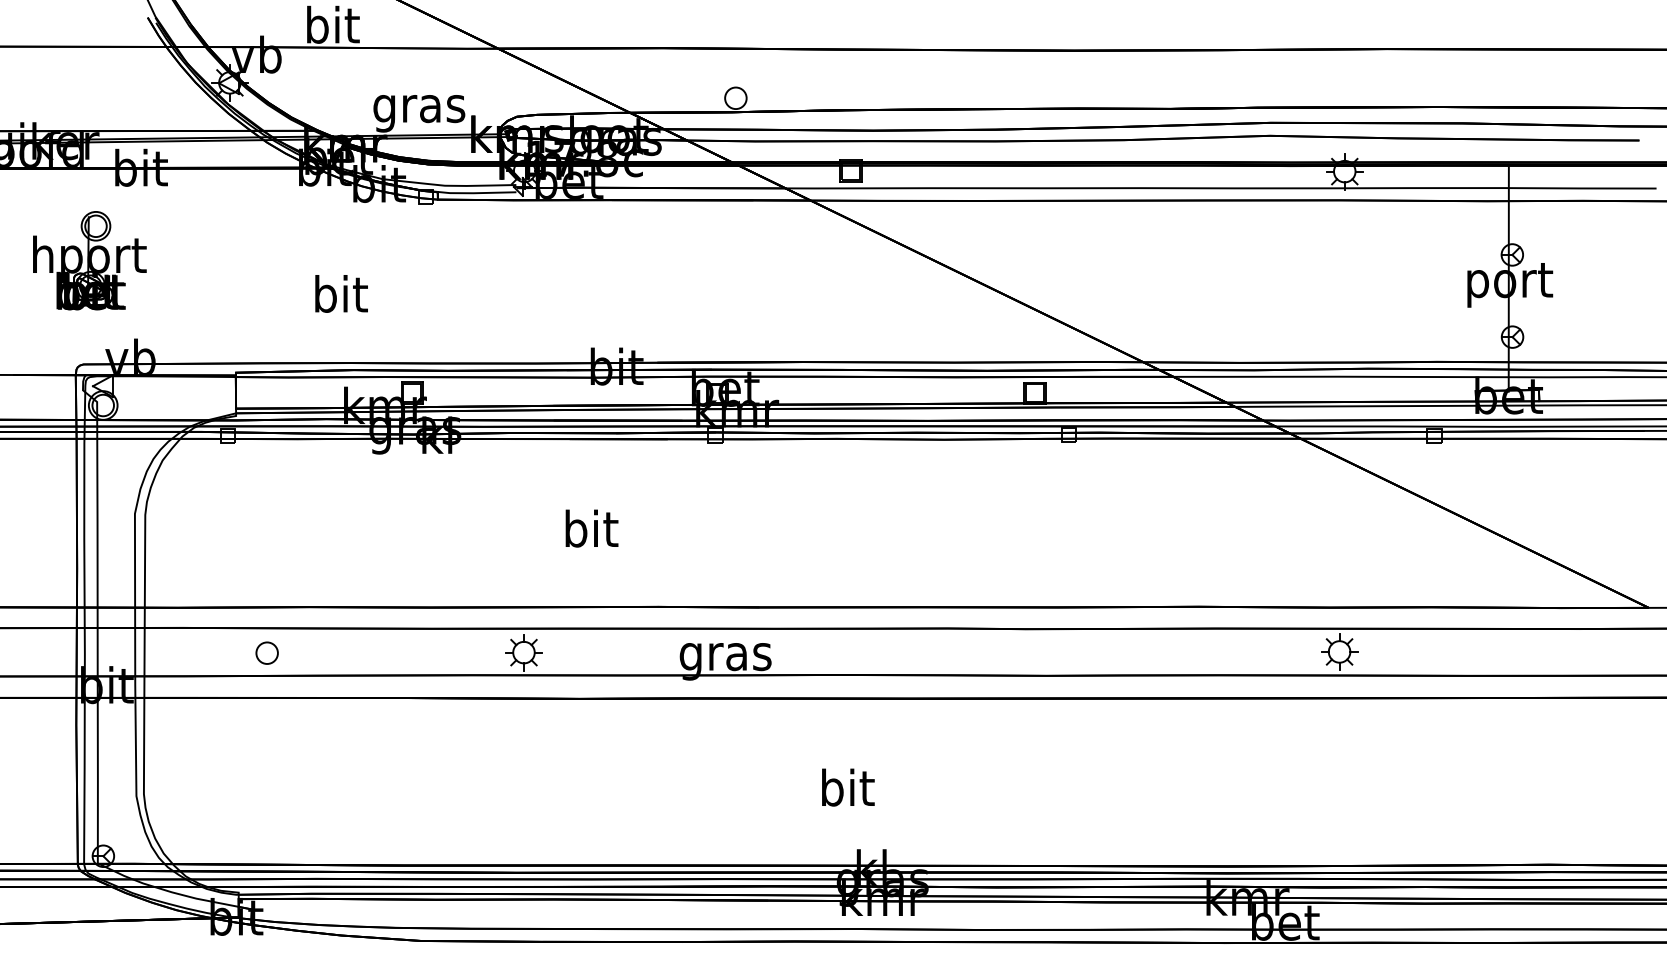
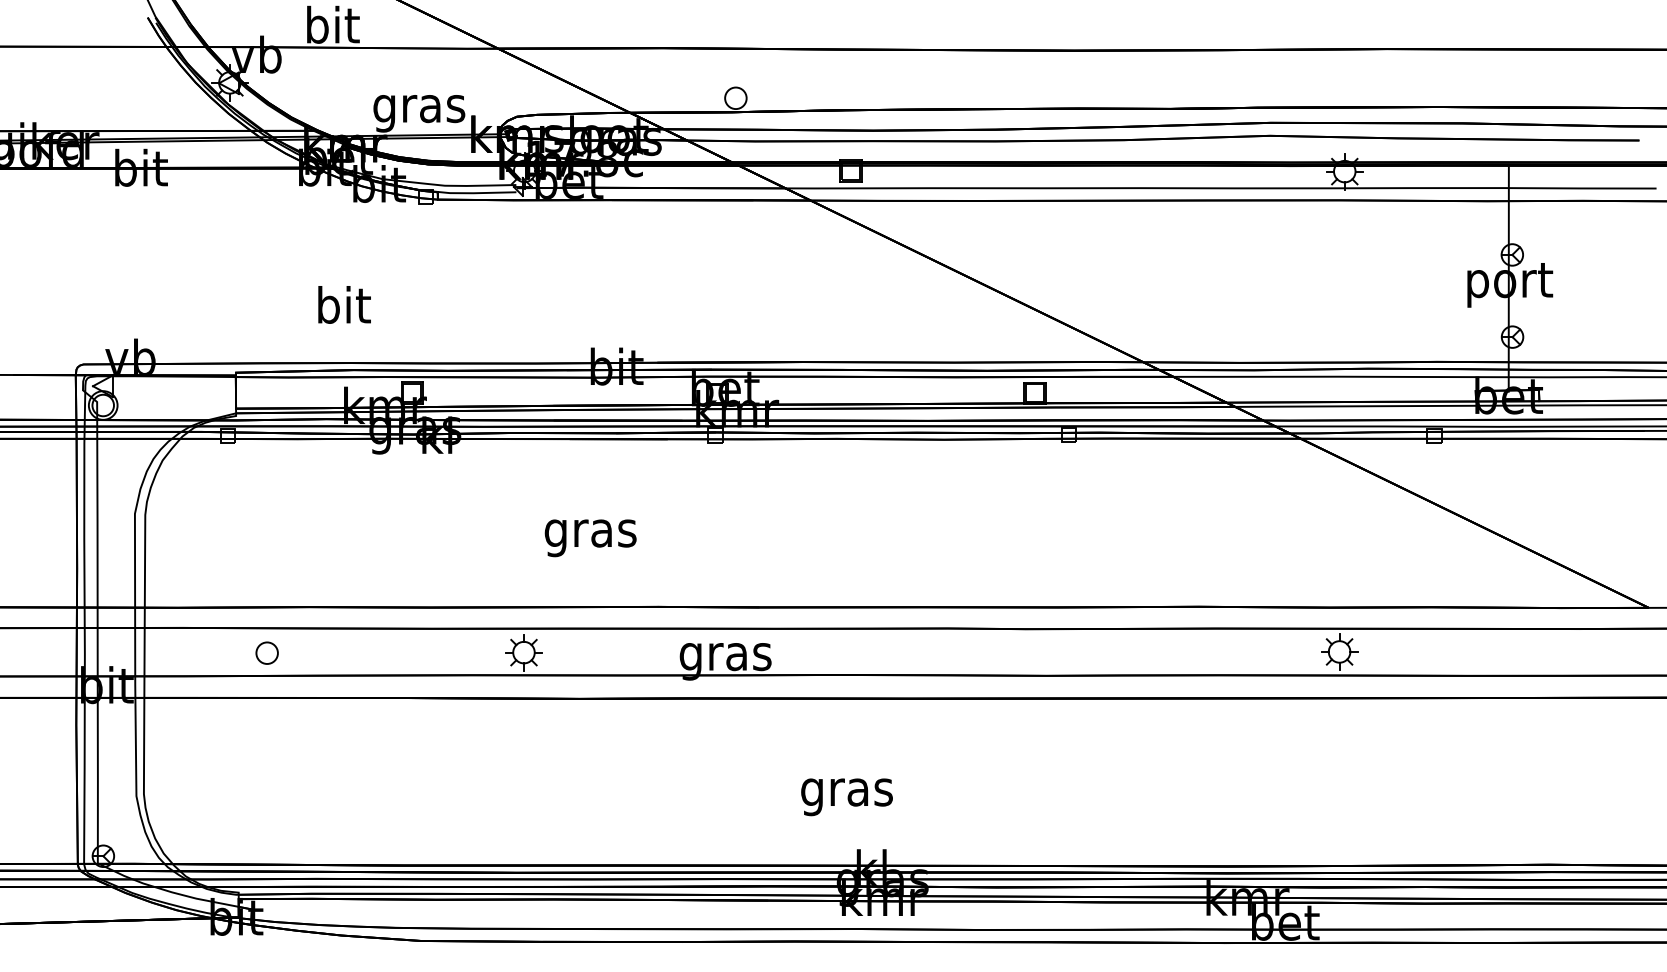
part at (89, 260): present -> none
text at (341, 293) position: (341, 293) -> (344, 304)
text at (590, 533): bit -> gras
text at (846, 792): bit -> gras
